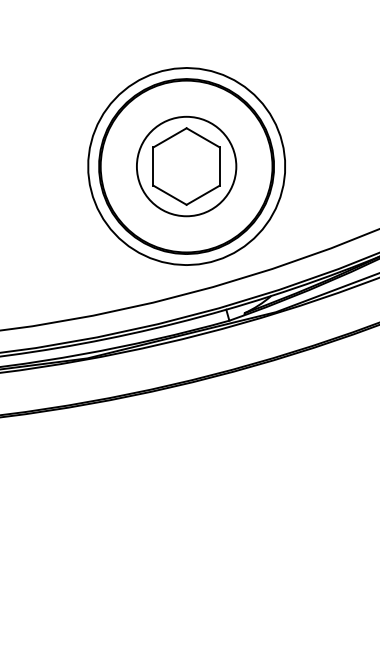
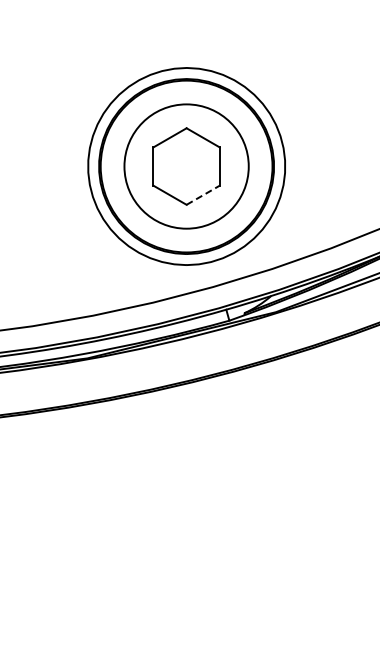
circle at (186, 166) diameter: 99 px -> 124 px
line at (203, 195): solid -> dashed
